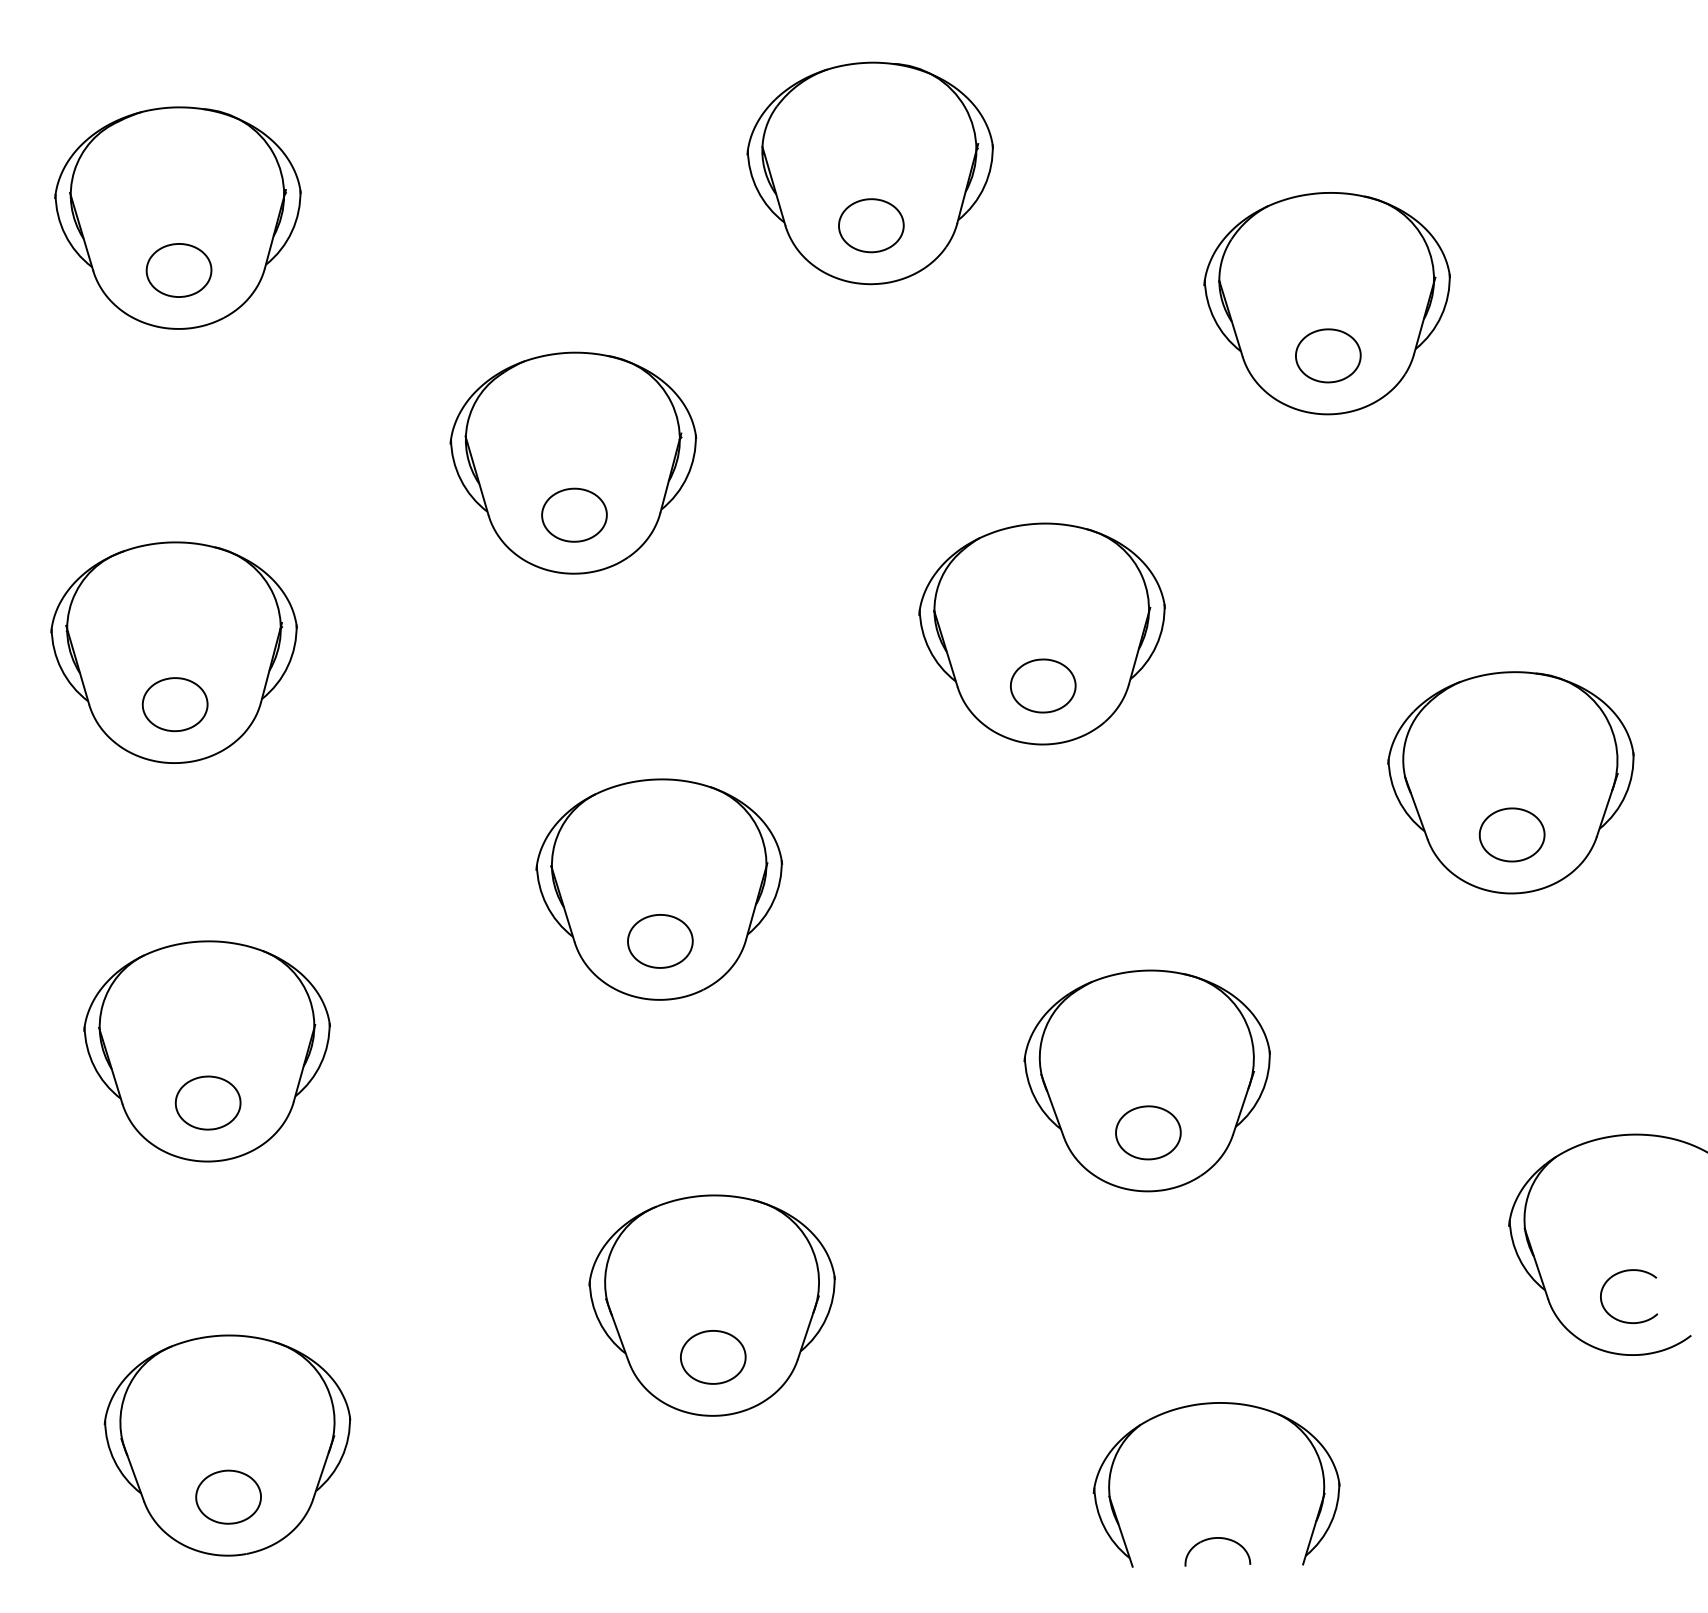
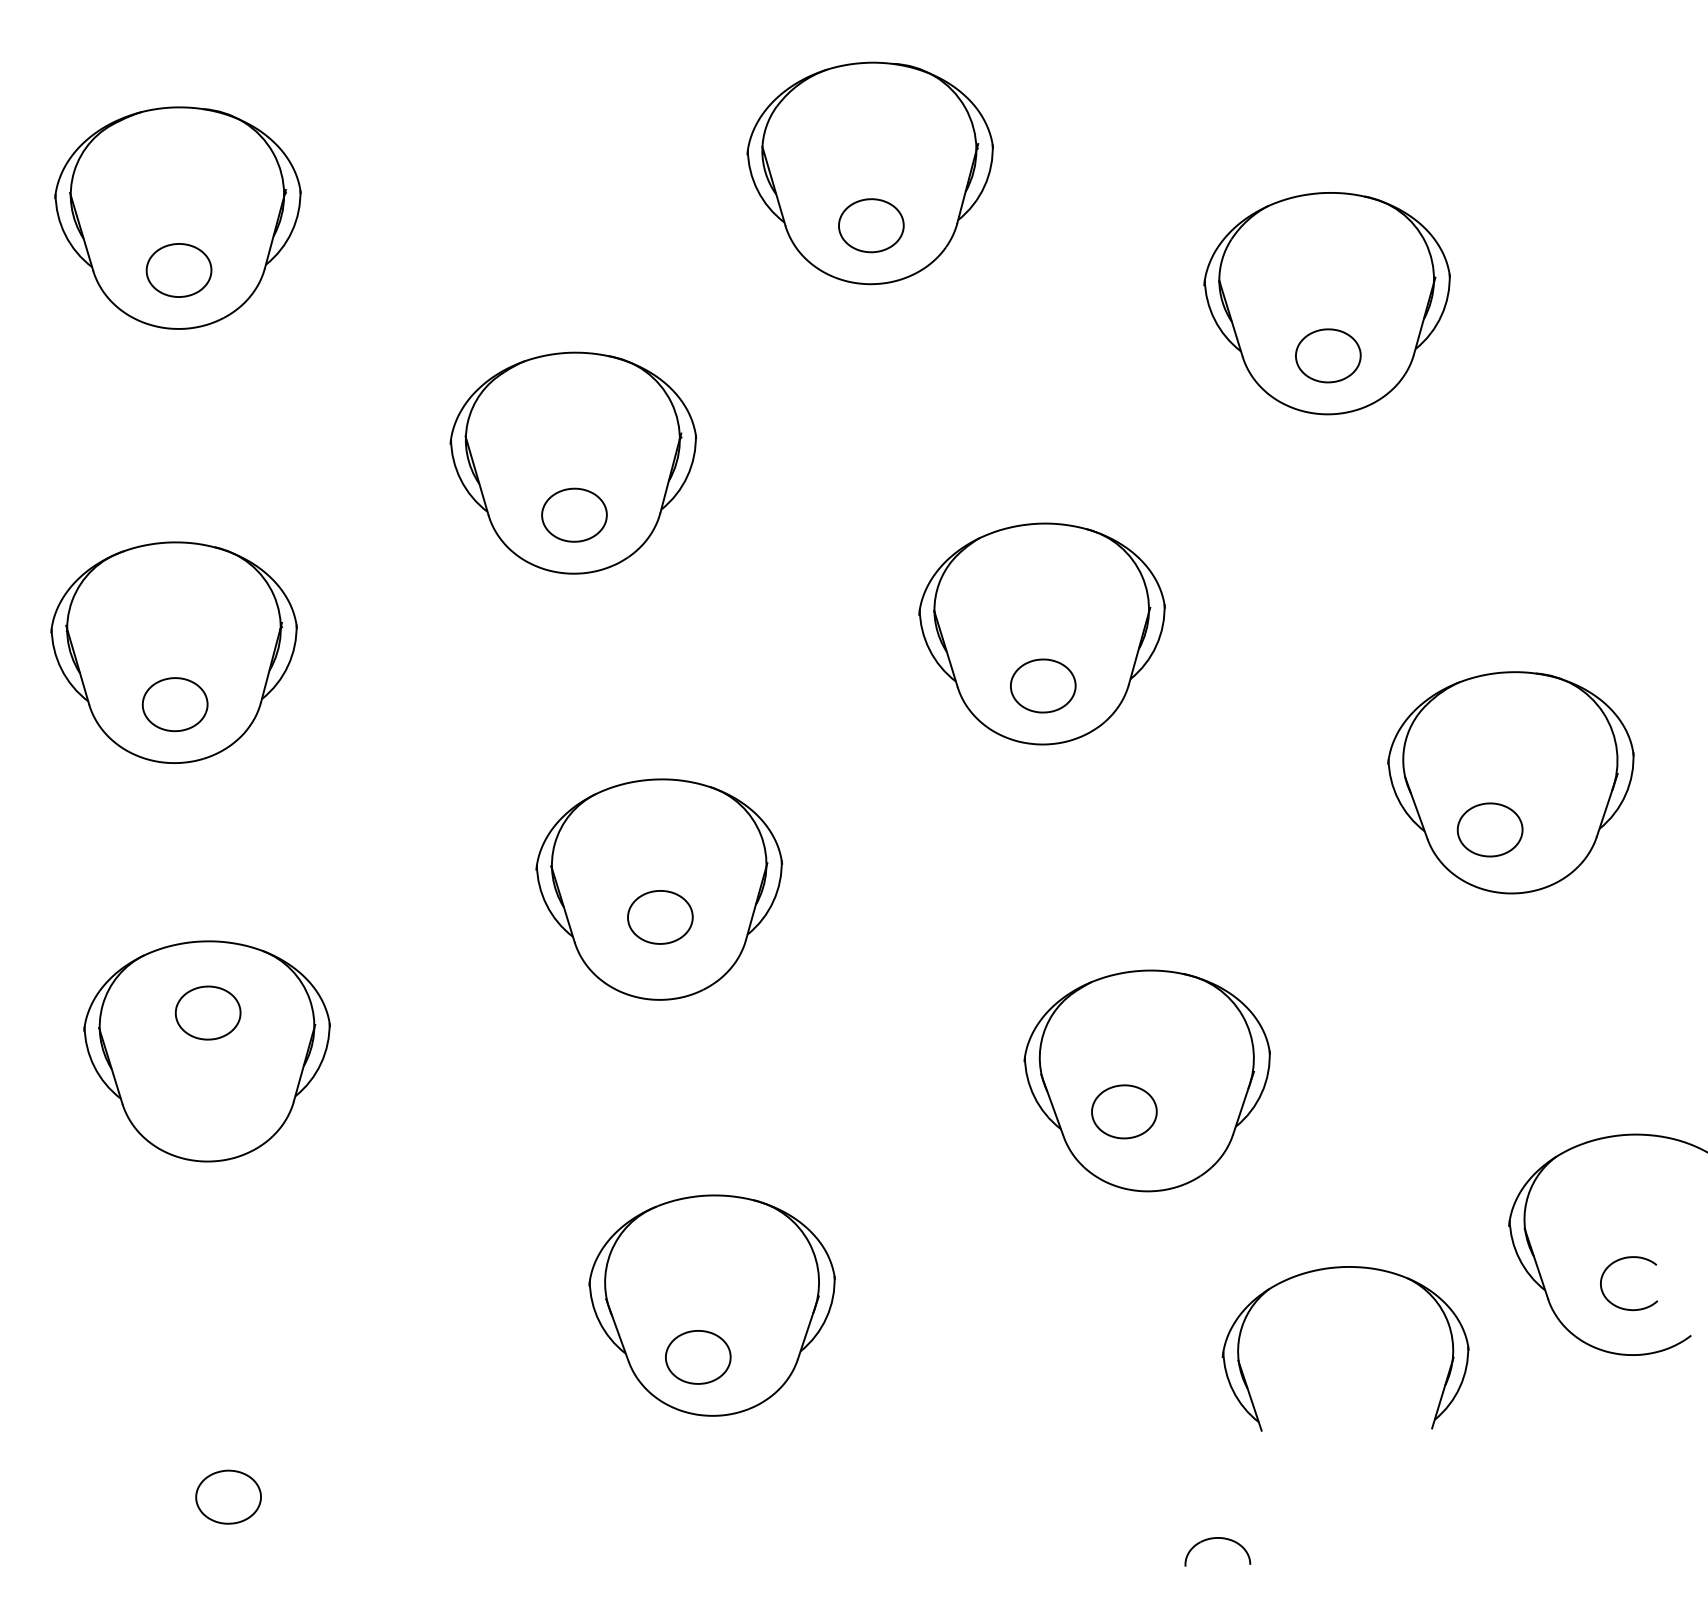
part at (1511, 834) position: (1511, 834) -> (1489, 829)
part at (660, 941) position: (660, 941) -> (660, 917)
part at (207, 1102) position: (207, 1102) -> (207, 1012)
part at (1148, 1132) position: (1148, 1132) -> (1124, 1111)
part at (1618, 1274) position: (1618, 1274) -> (1618, 1261)
part at (713, 1357) position: (713, 1357) -> (698, 1357)
part at (1212, 1404) position: (1212, 1404) -> (1341, 1268)
part at (227, 1445): present -> none
